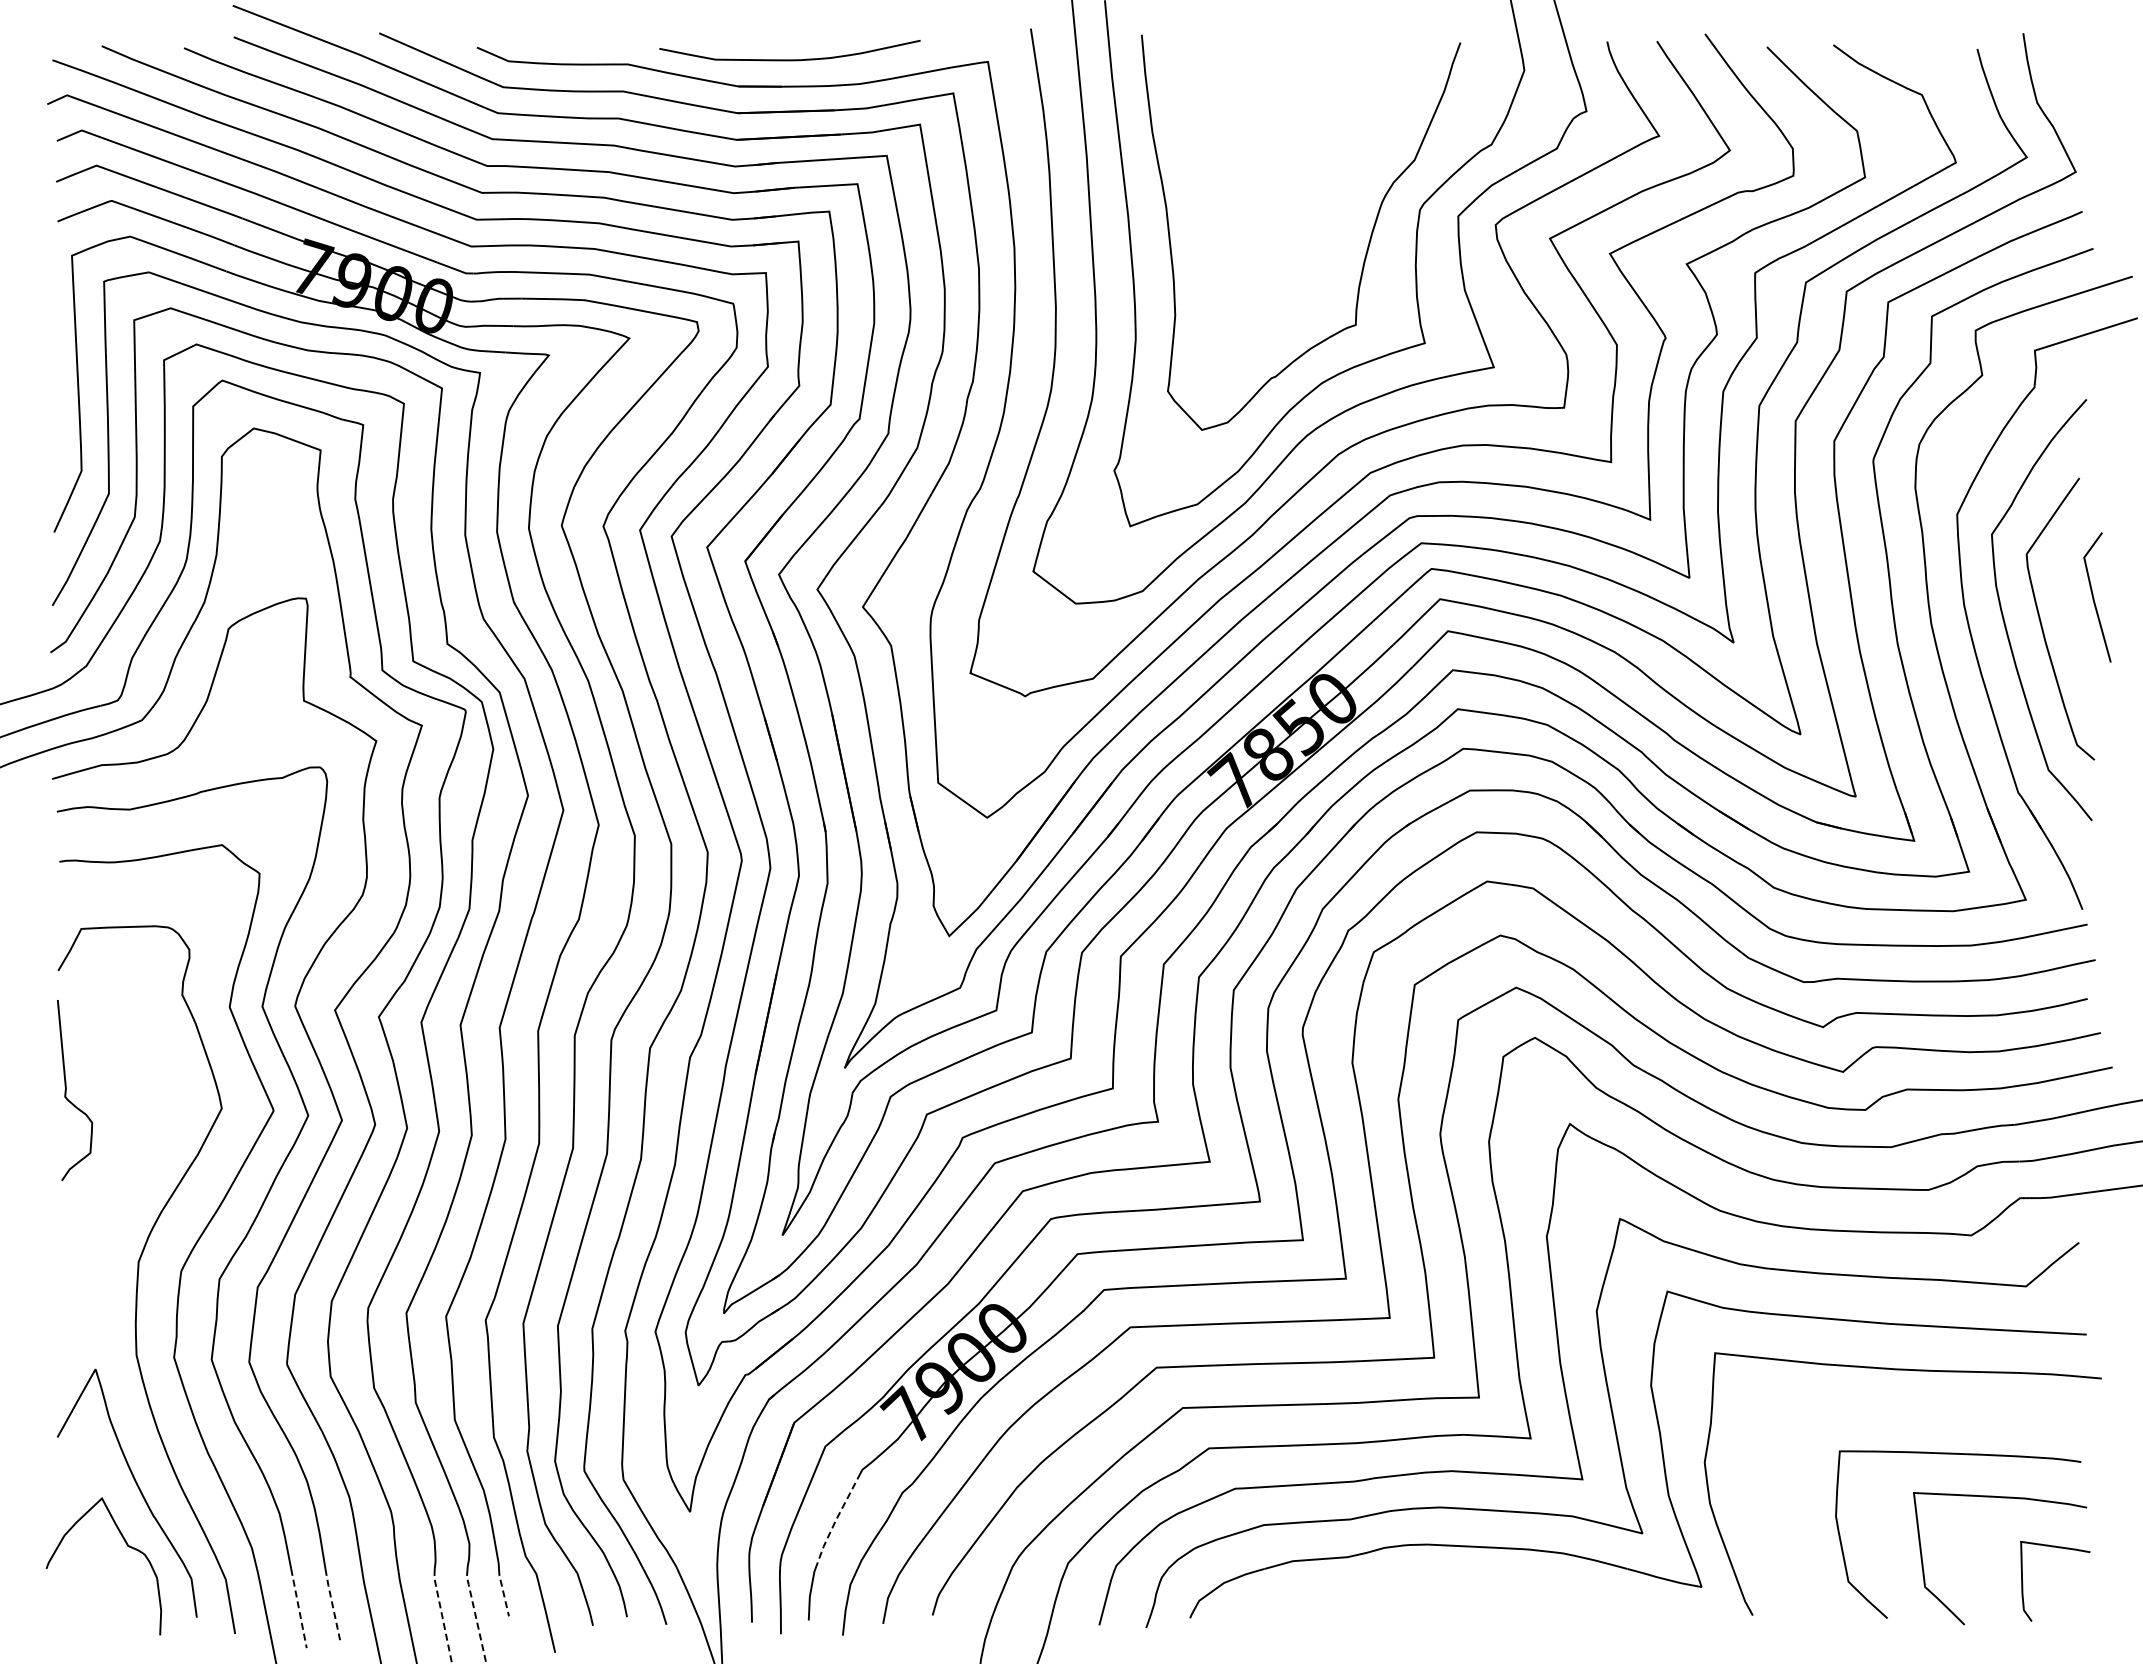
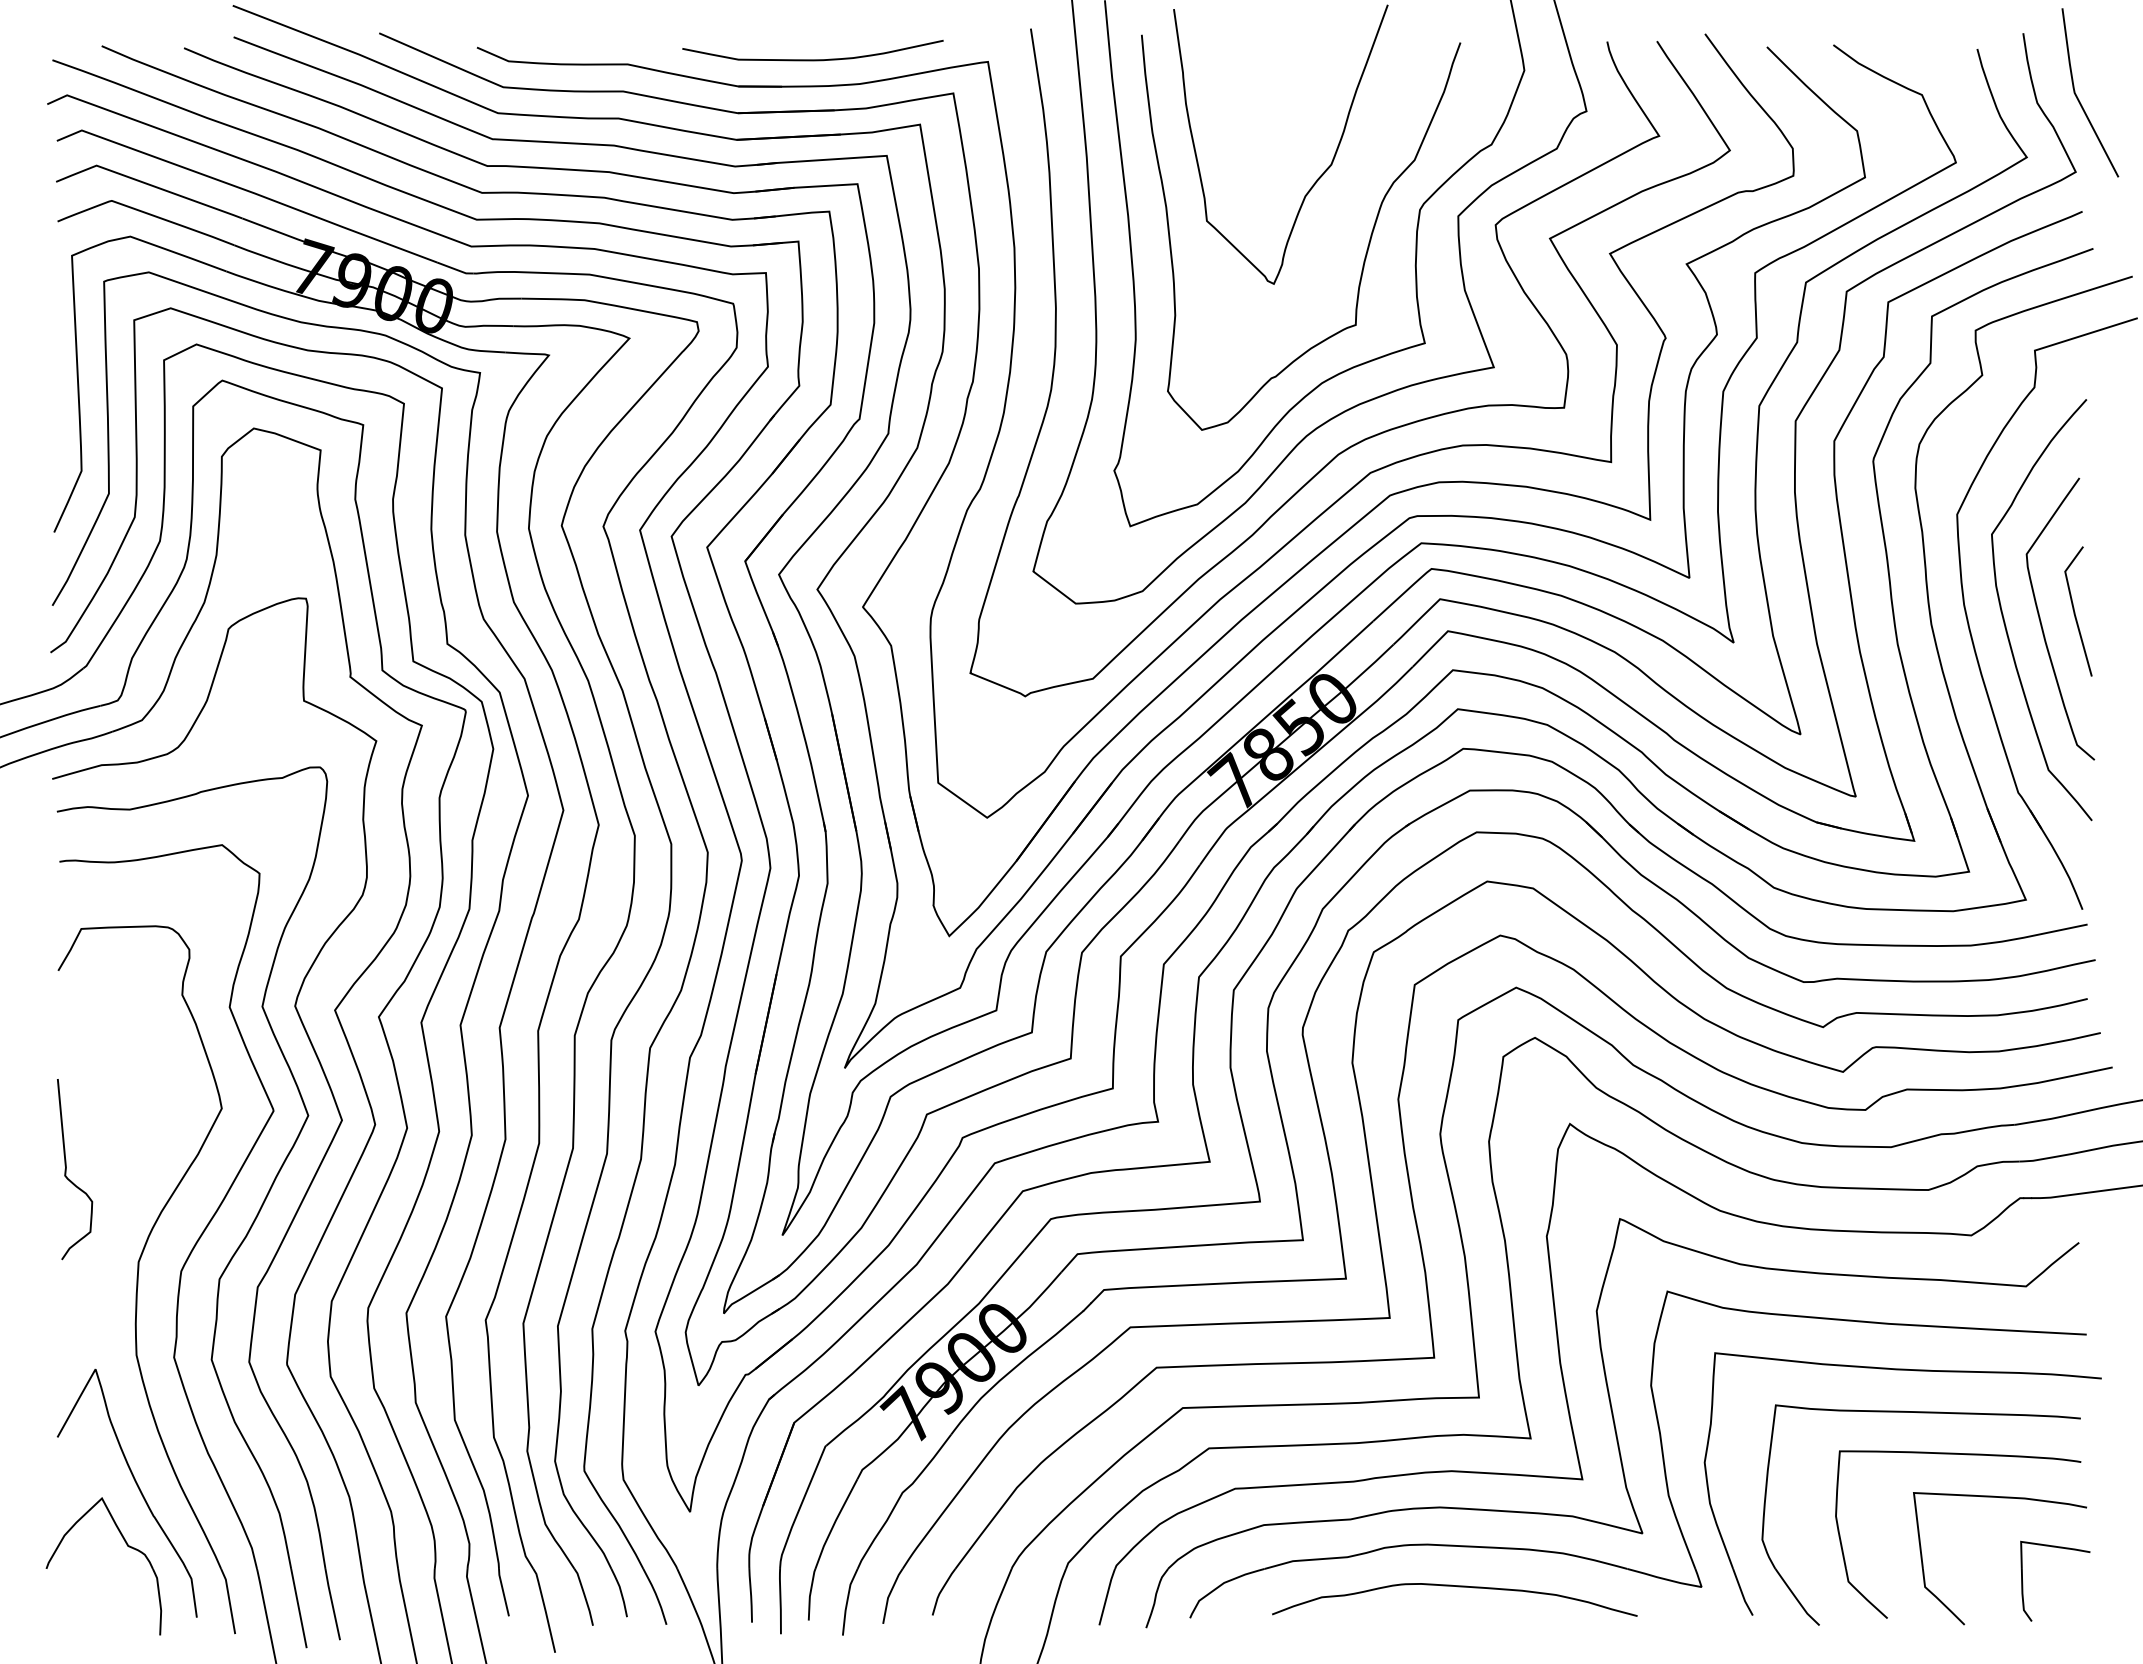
curve at (789, 59) position: (789, 59) -> (812, 59)
line at (2078, 97): none -> present
curve at (1317, 178): none -> present
line at (2094, 598) position: (2094, 598) -> (2075, 612)
curve at (66, 1090) position: (66, 1090) -> (66, 1169)
part at (1920, 1413): none -> present
line at (834, 1522): dashed -> solid
curve at (1457, 1587): none -> present
line at (503, 1592): dashed -> solid
line at (332, 1604): dashed -> solid
line at (299, 1609): dashed -> solid
line at (441, 1614): dashed -> solid
line at (475, 1614): dashed -> solid
